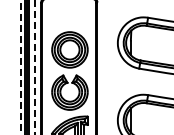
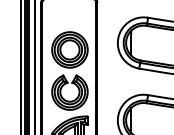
line at (20, 67): dashed -> solid
line at (34, 67): dashed -> solid
